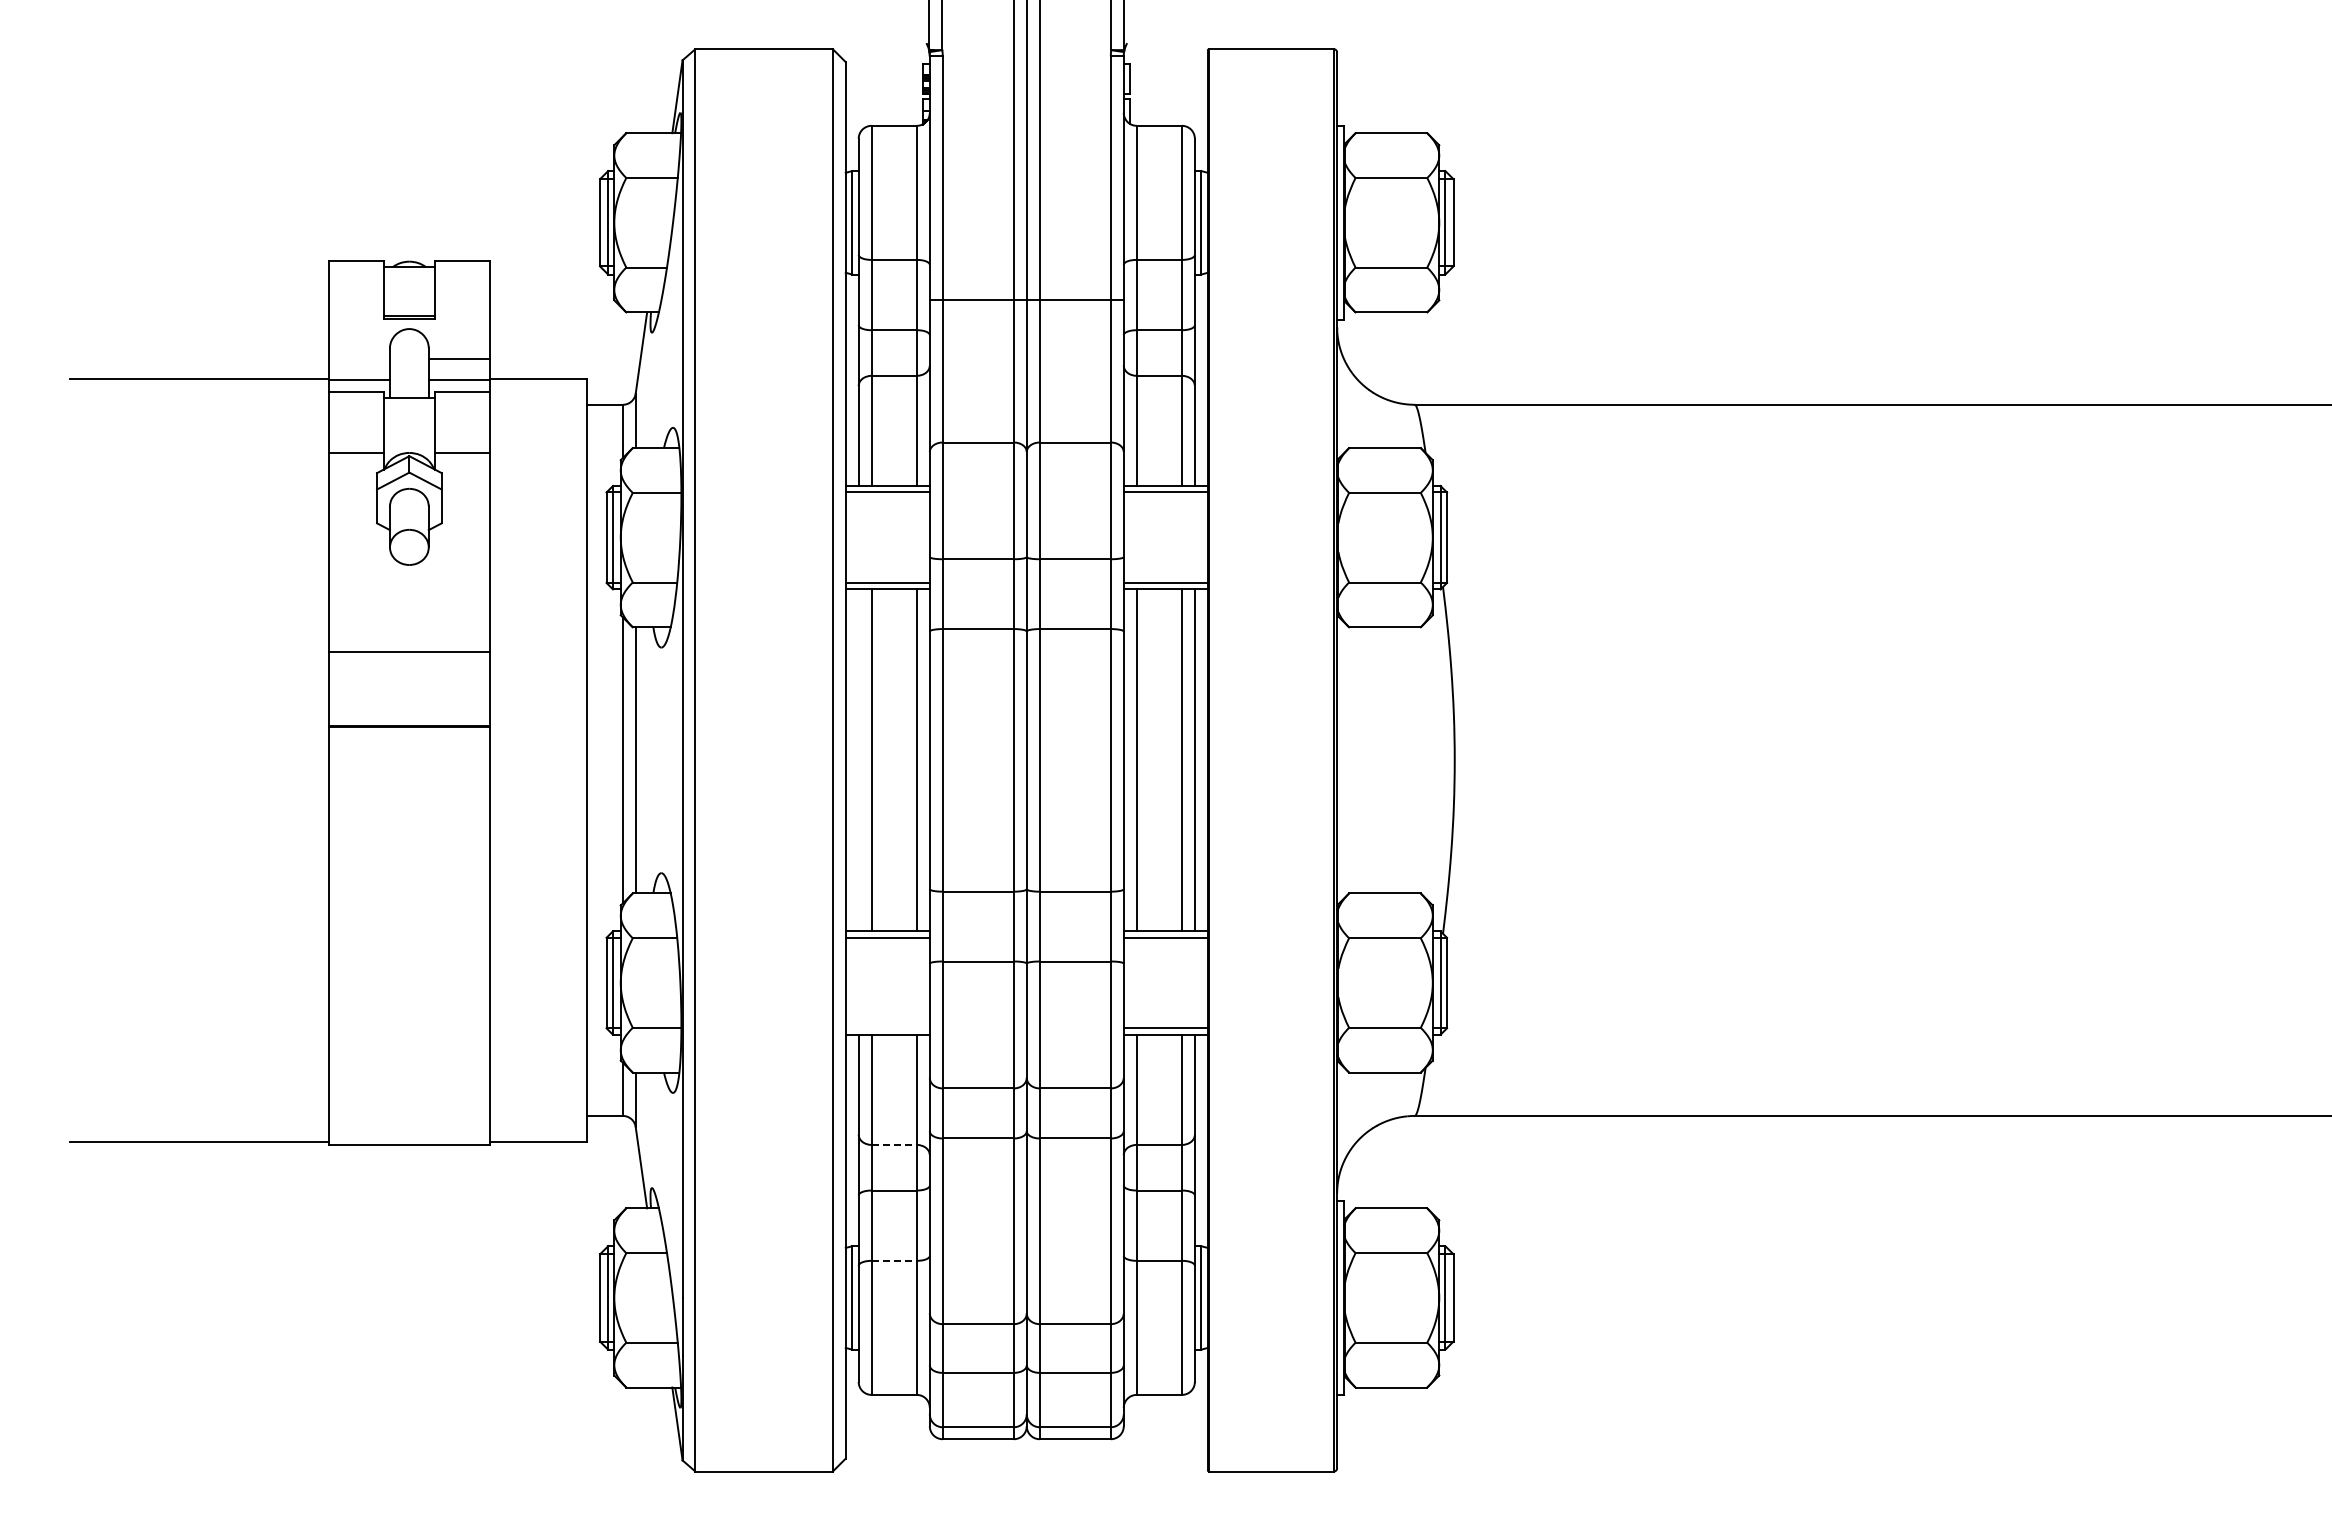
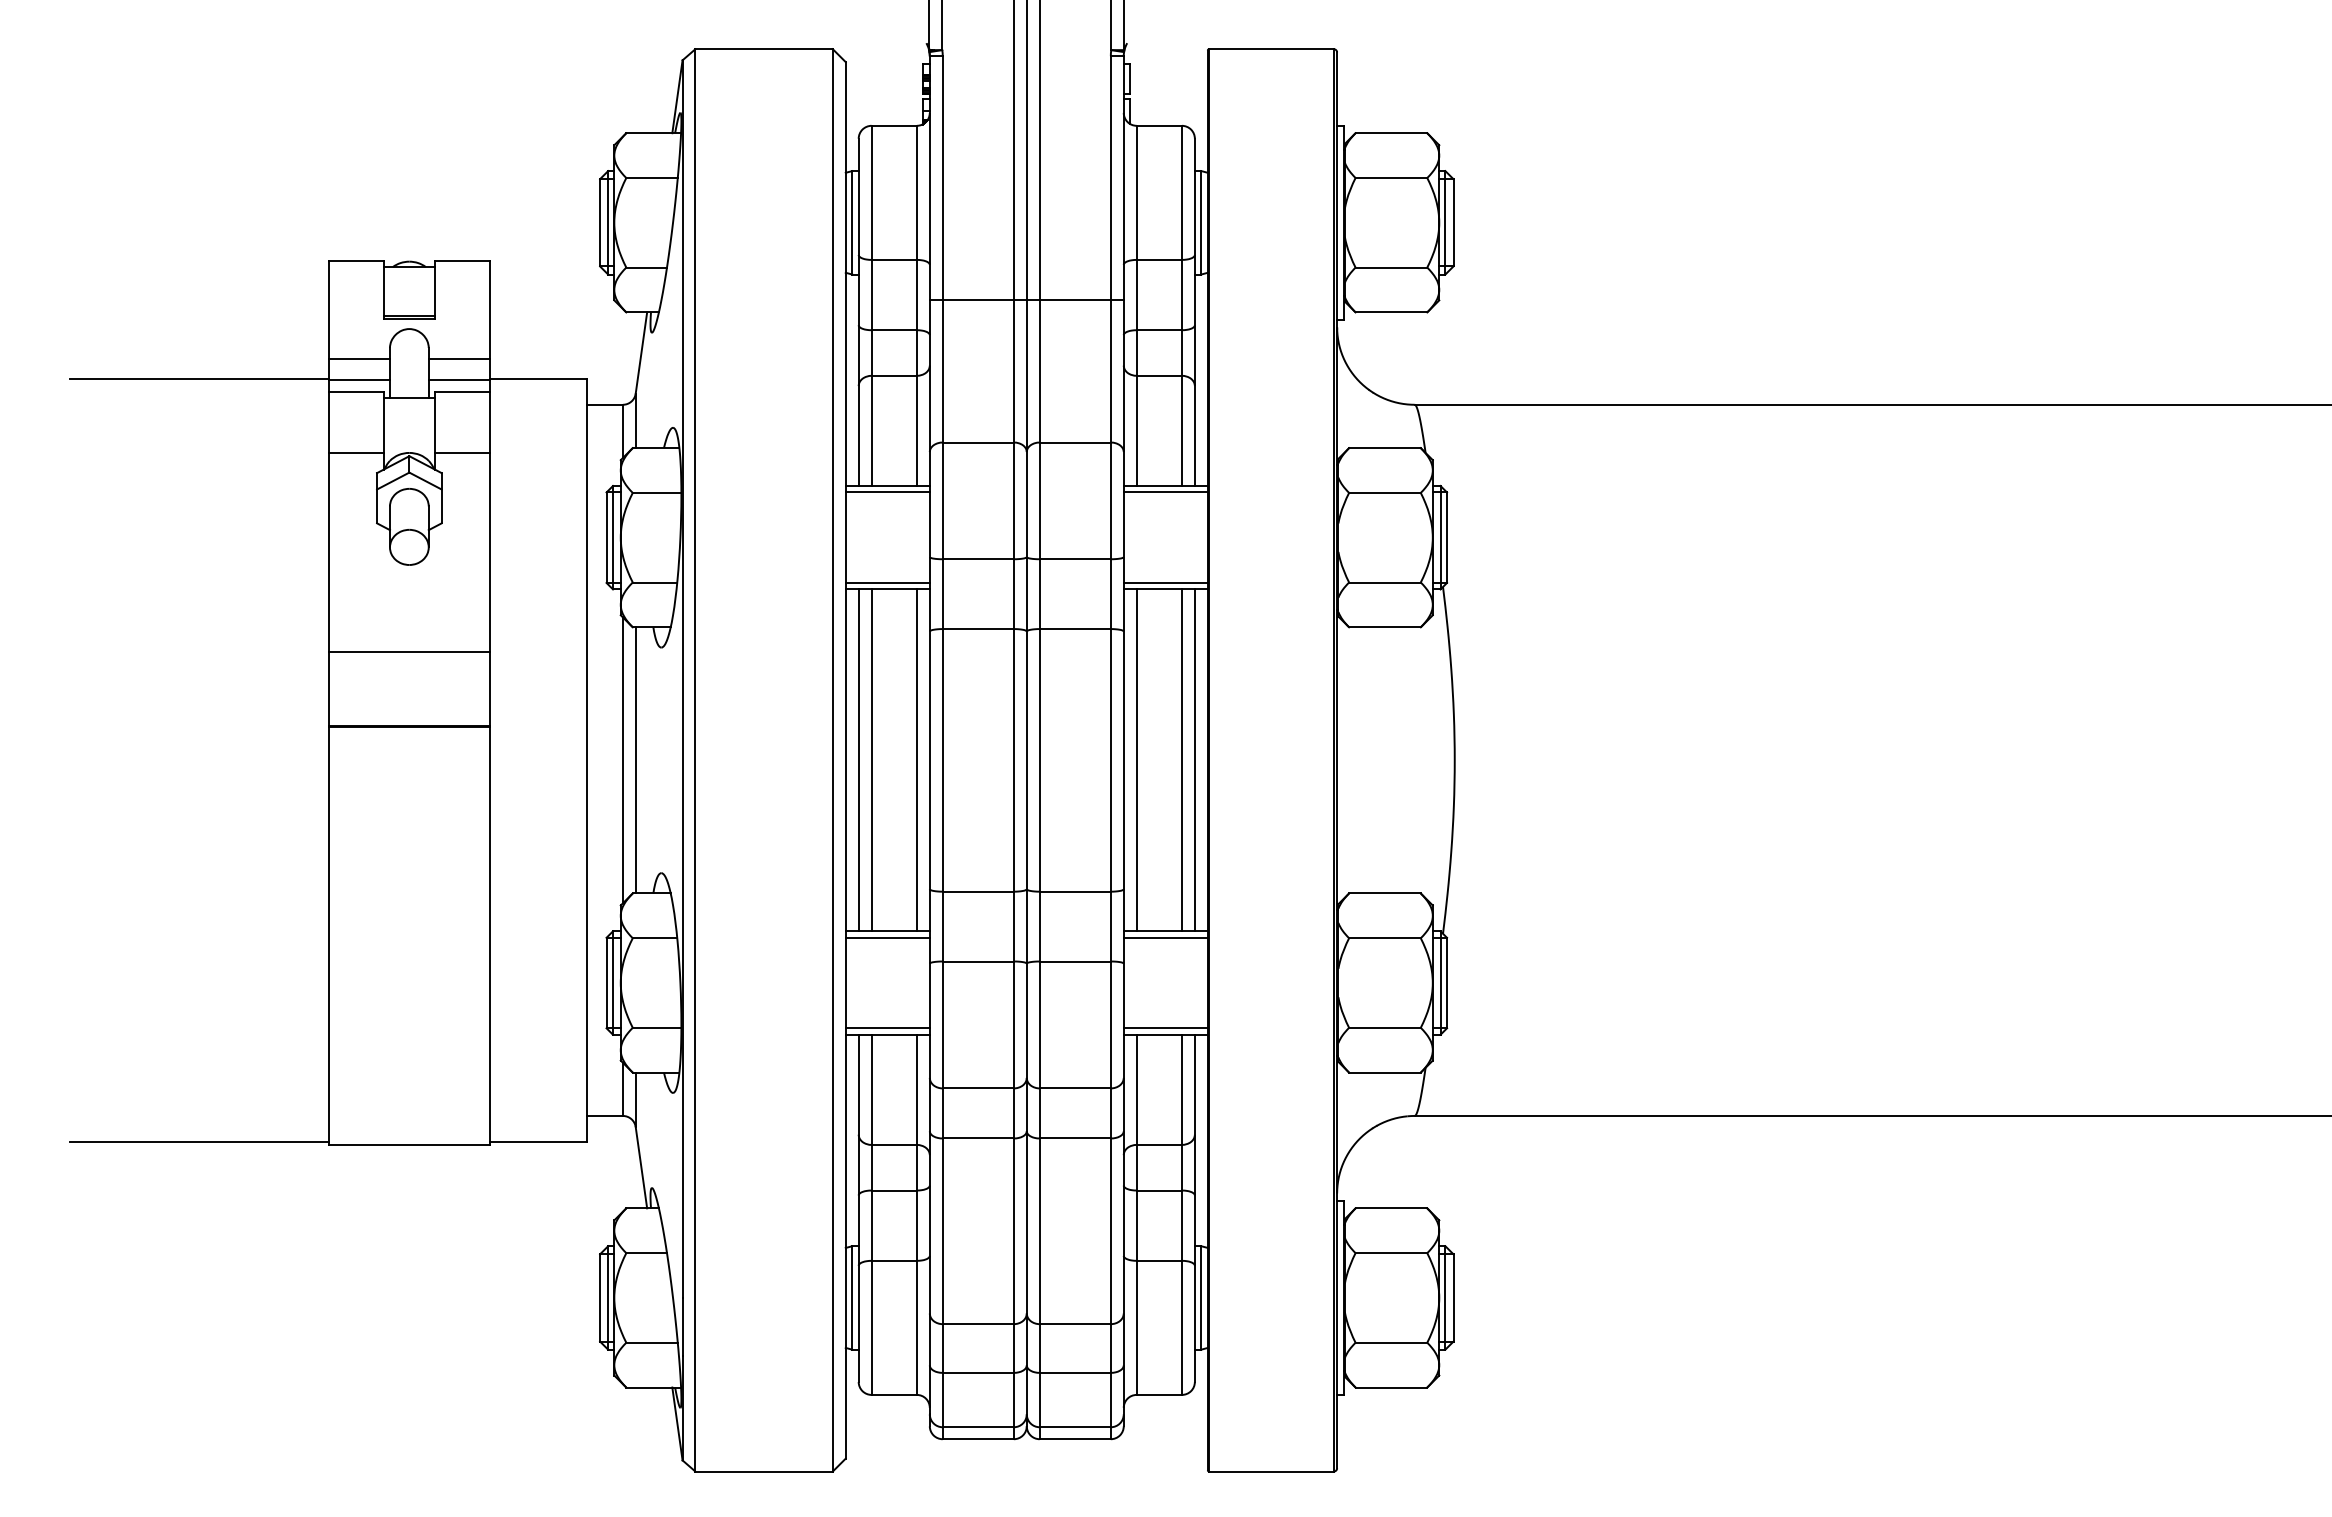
line at (358, 359): none -> present
line at (858, 760): none -> present
line at (887, 1028): none -> present
line at (894, 1144): dashed -> solid
line at (894, 1260): dashed -> solid
